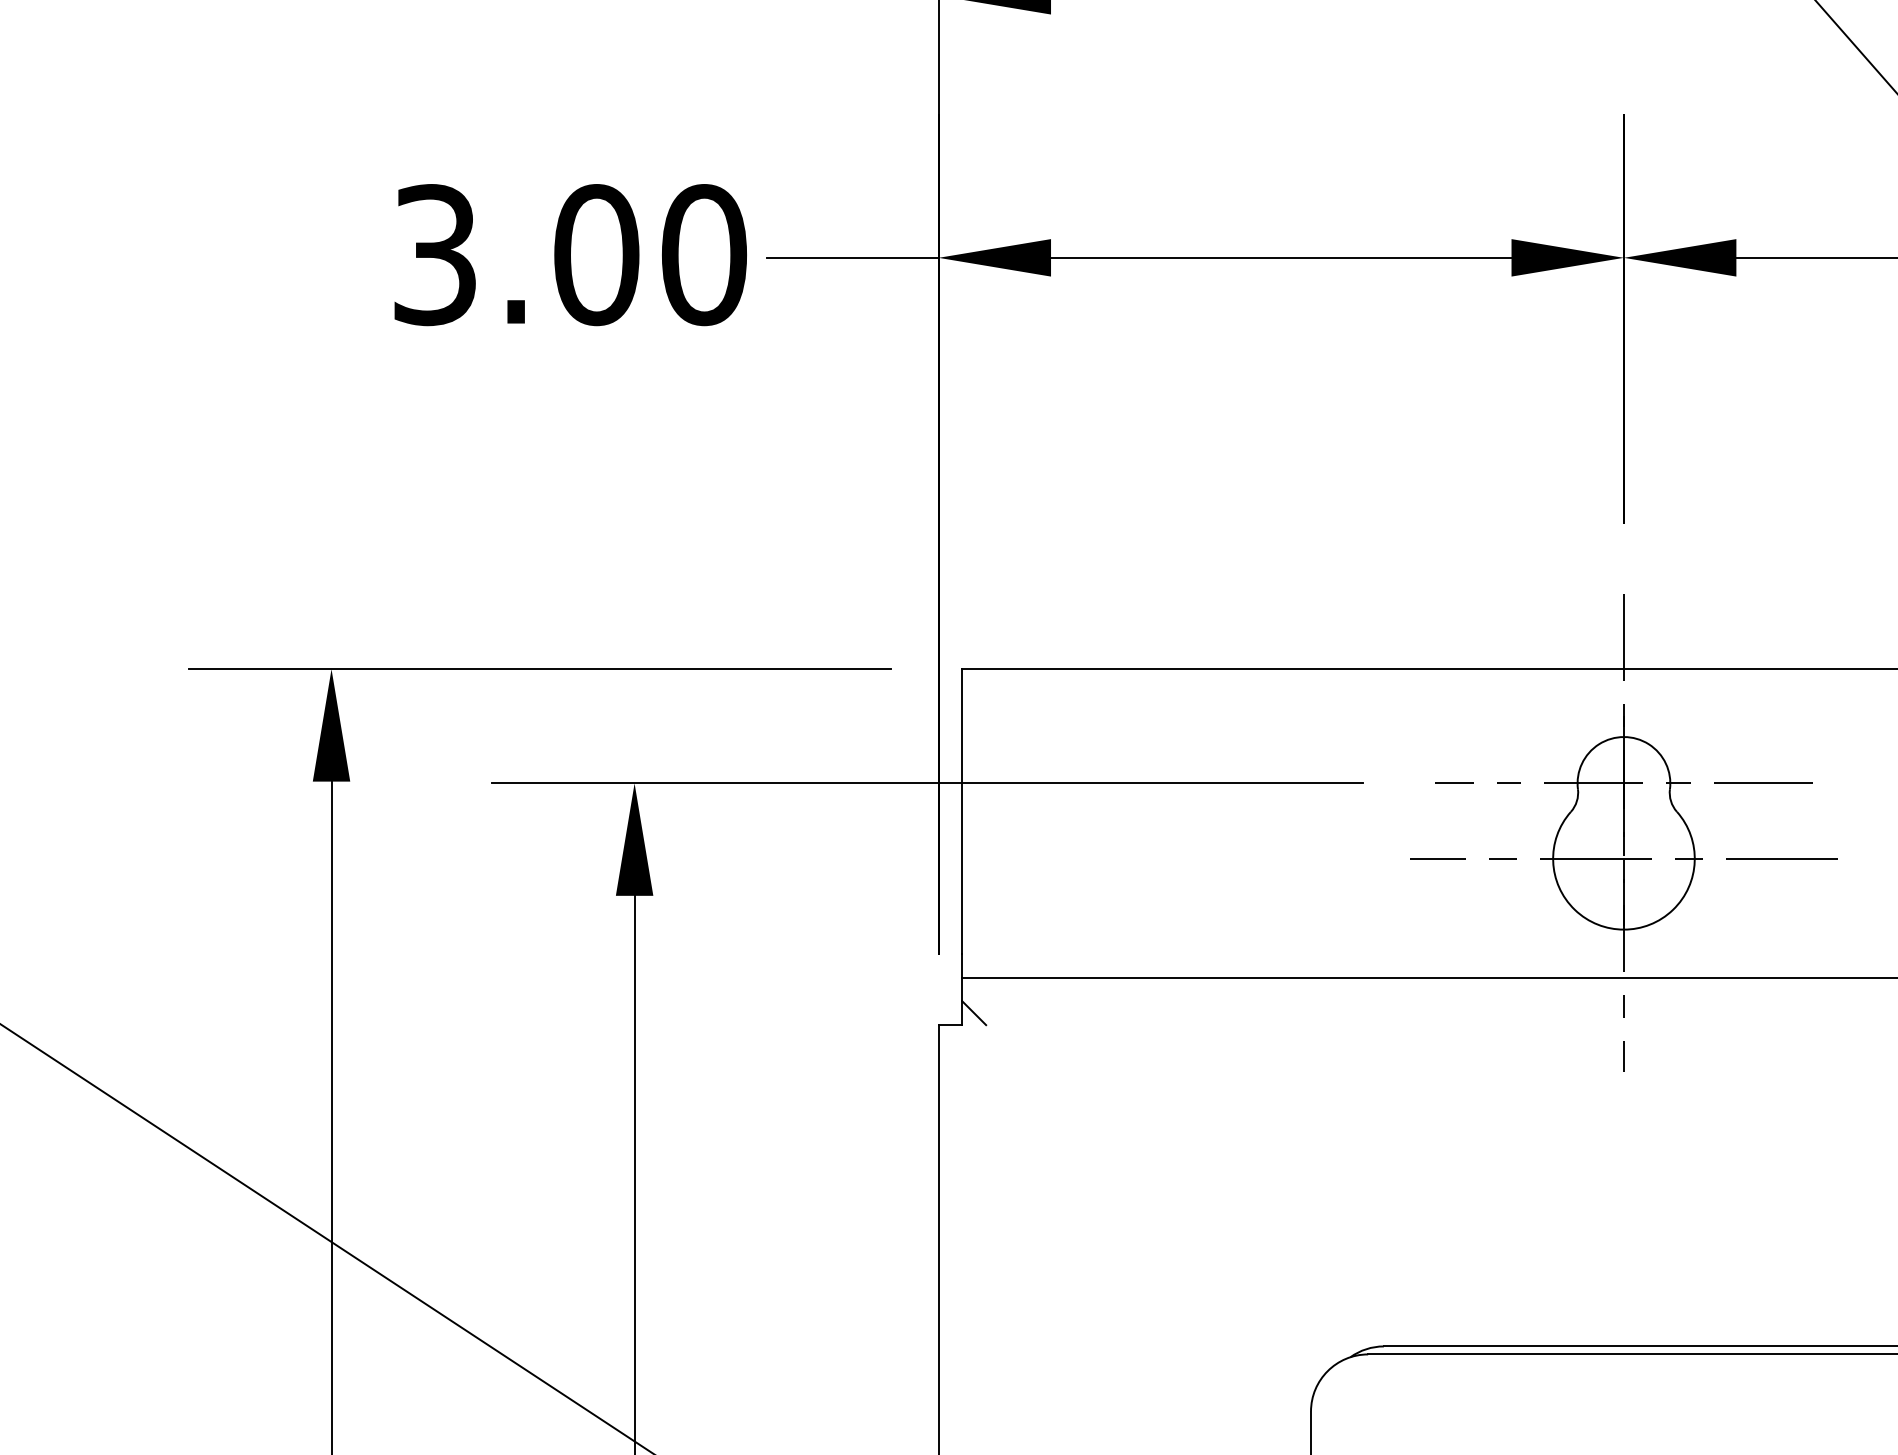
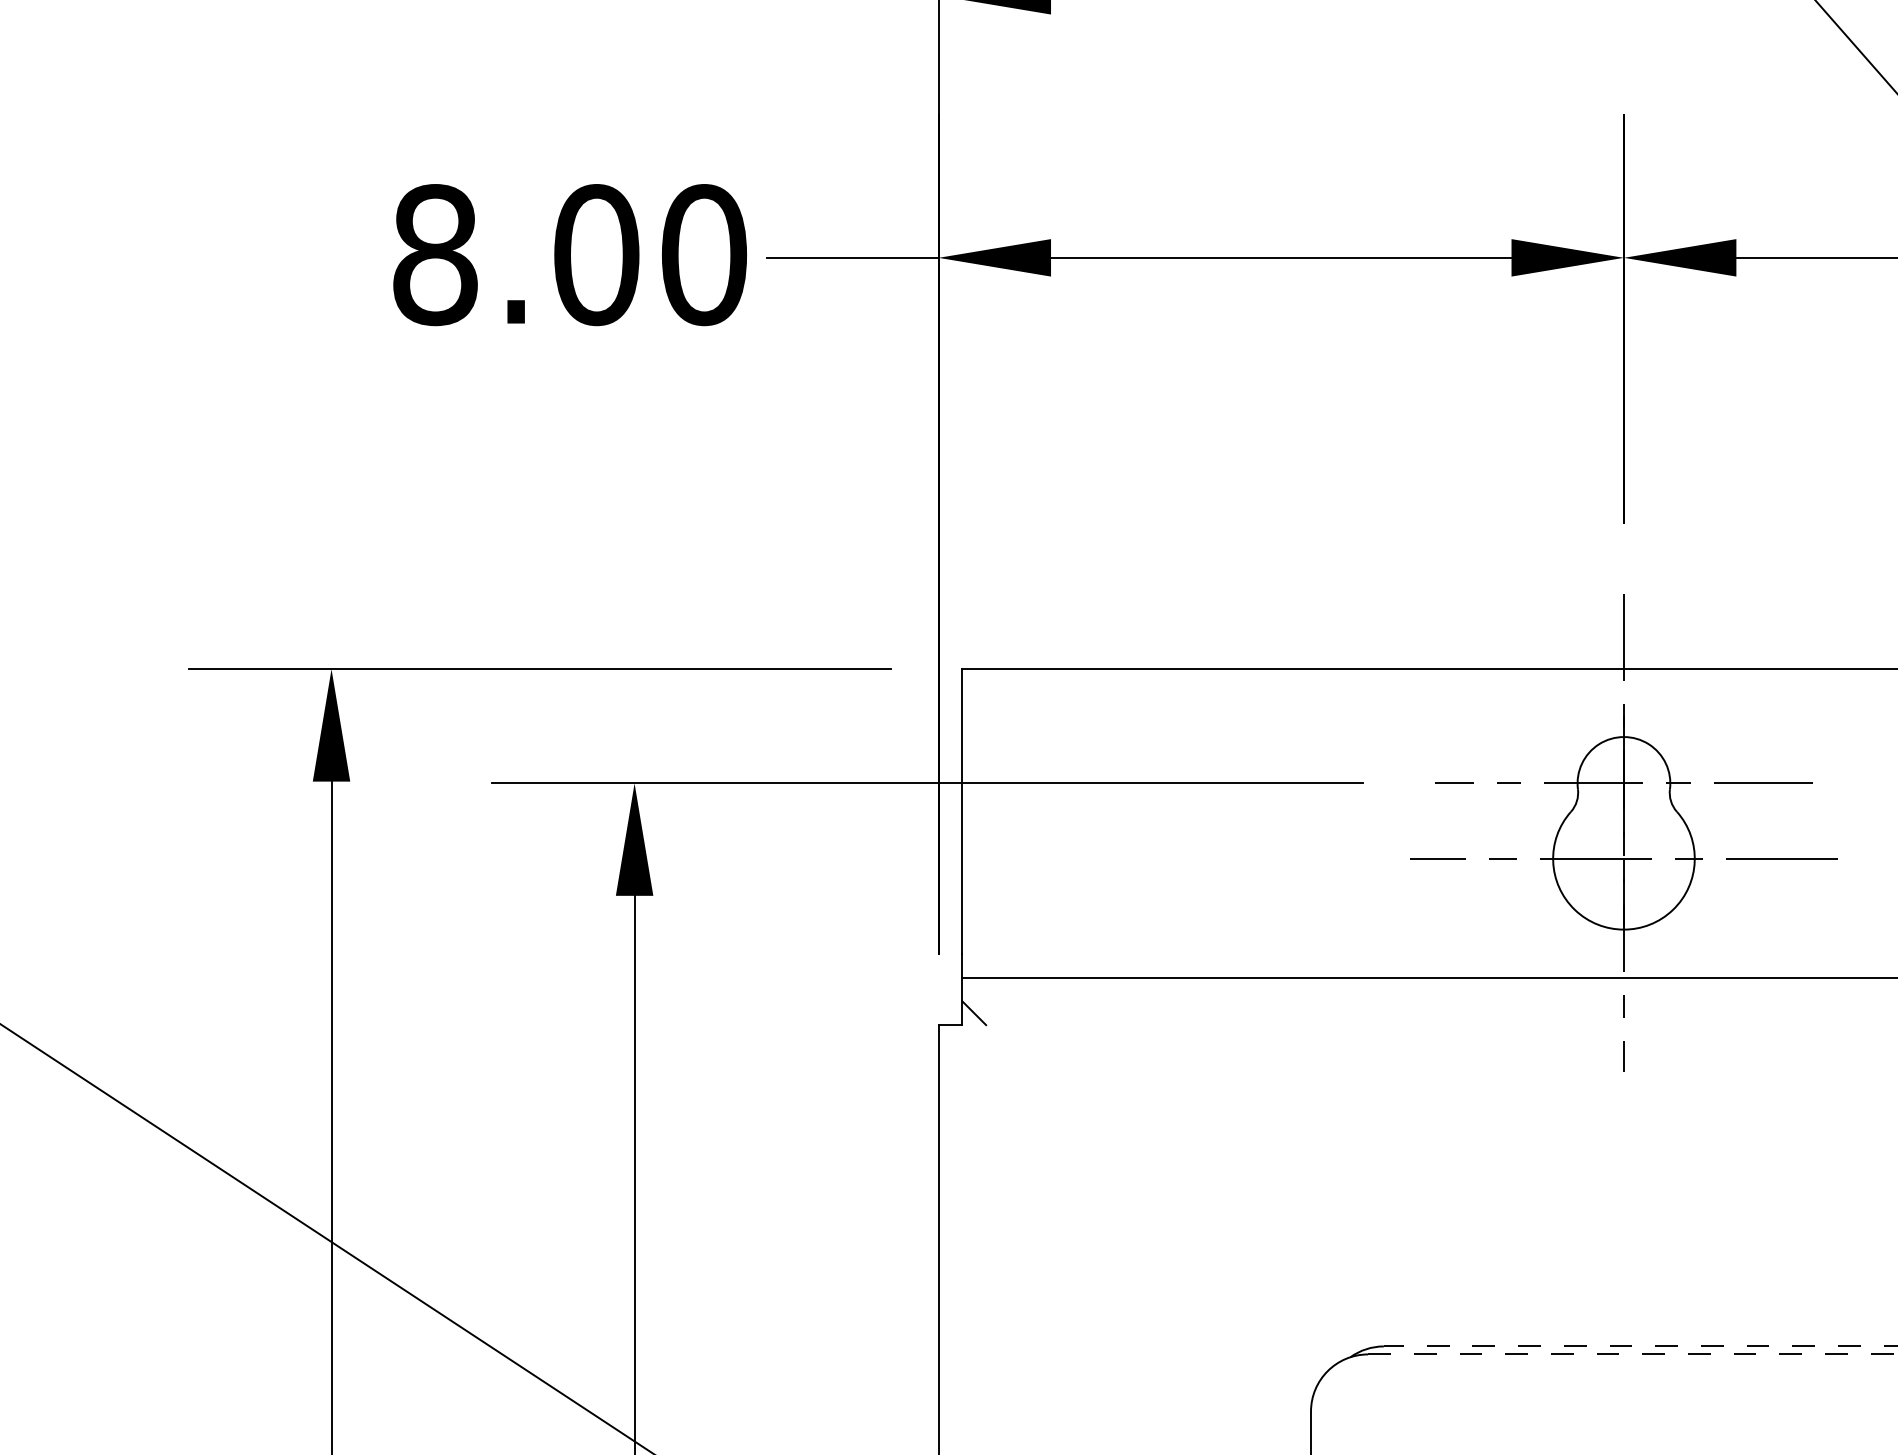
text at (435, 255): 3.00 -> 8.00
line at (1640, 1346): solid -> dashed
line at (1632, 1354): solid -> dashed
